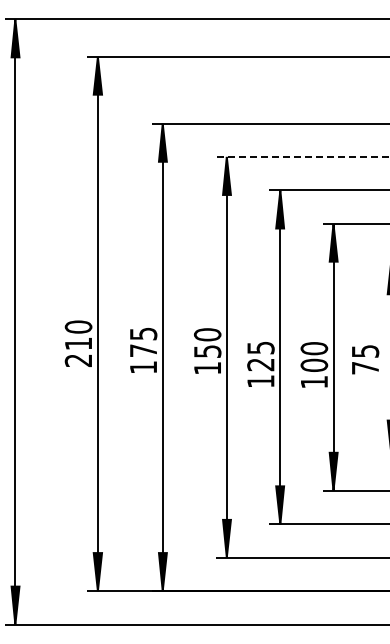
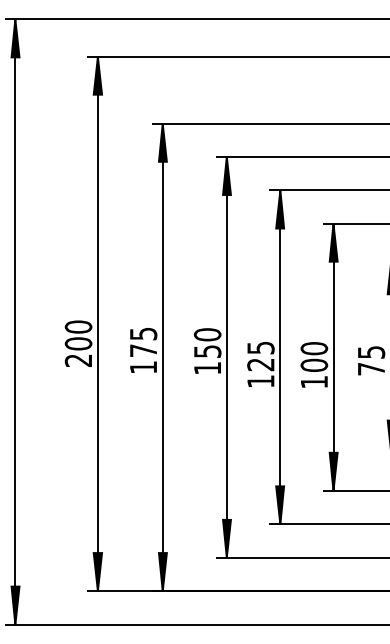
line at (303, 156): dashed -> solid
text at (78, 343): 210 -> 200
text at (365, 359) position: (365, 359) -> (371, 360)
